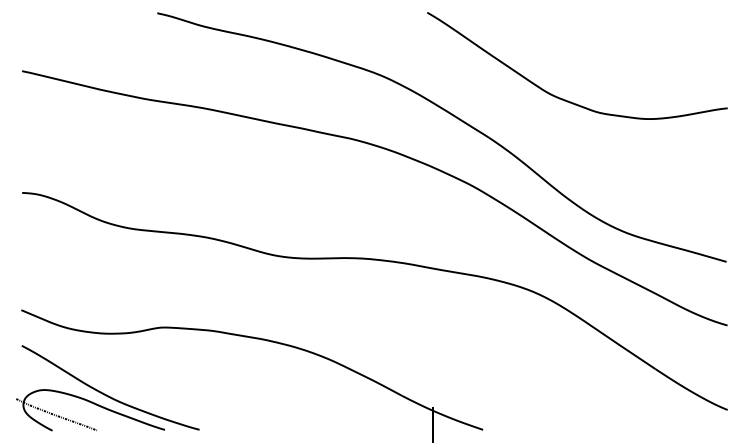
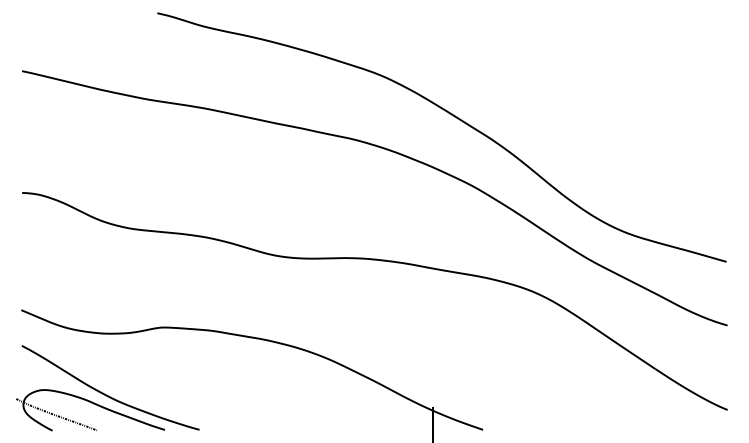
curve at (563, 98): present -> none
